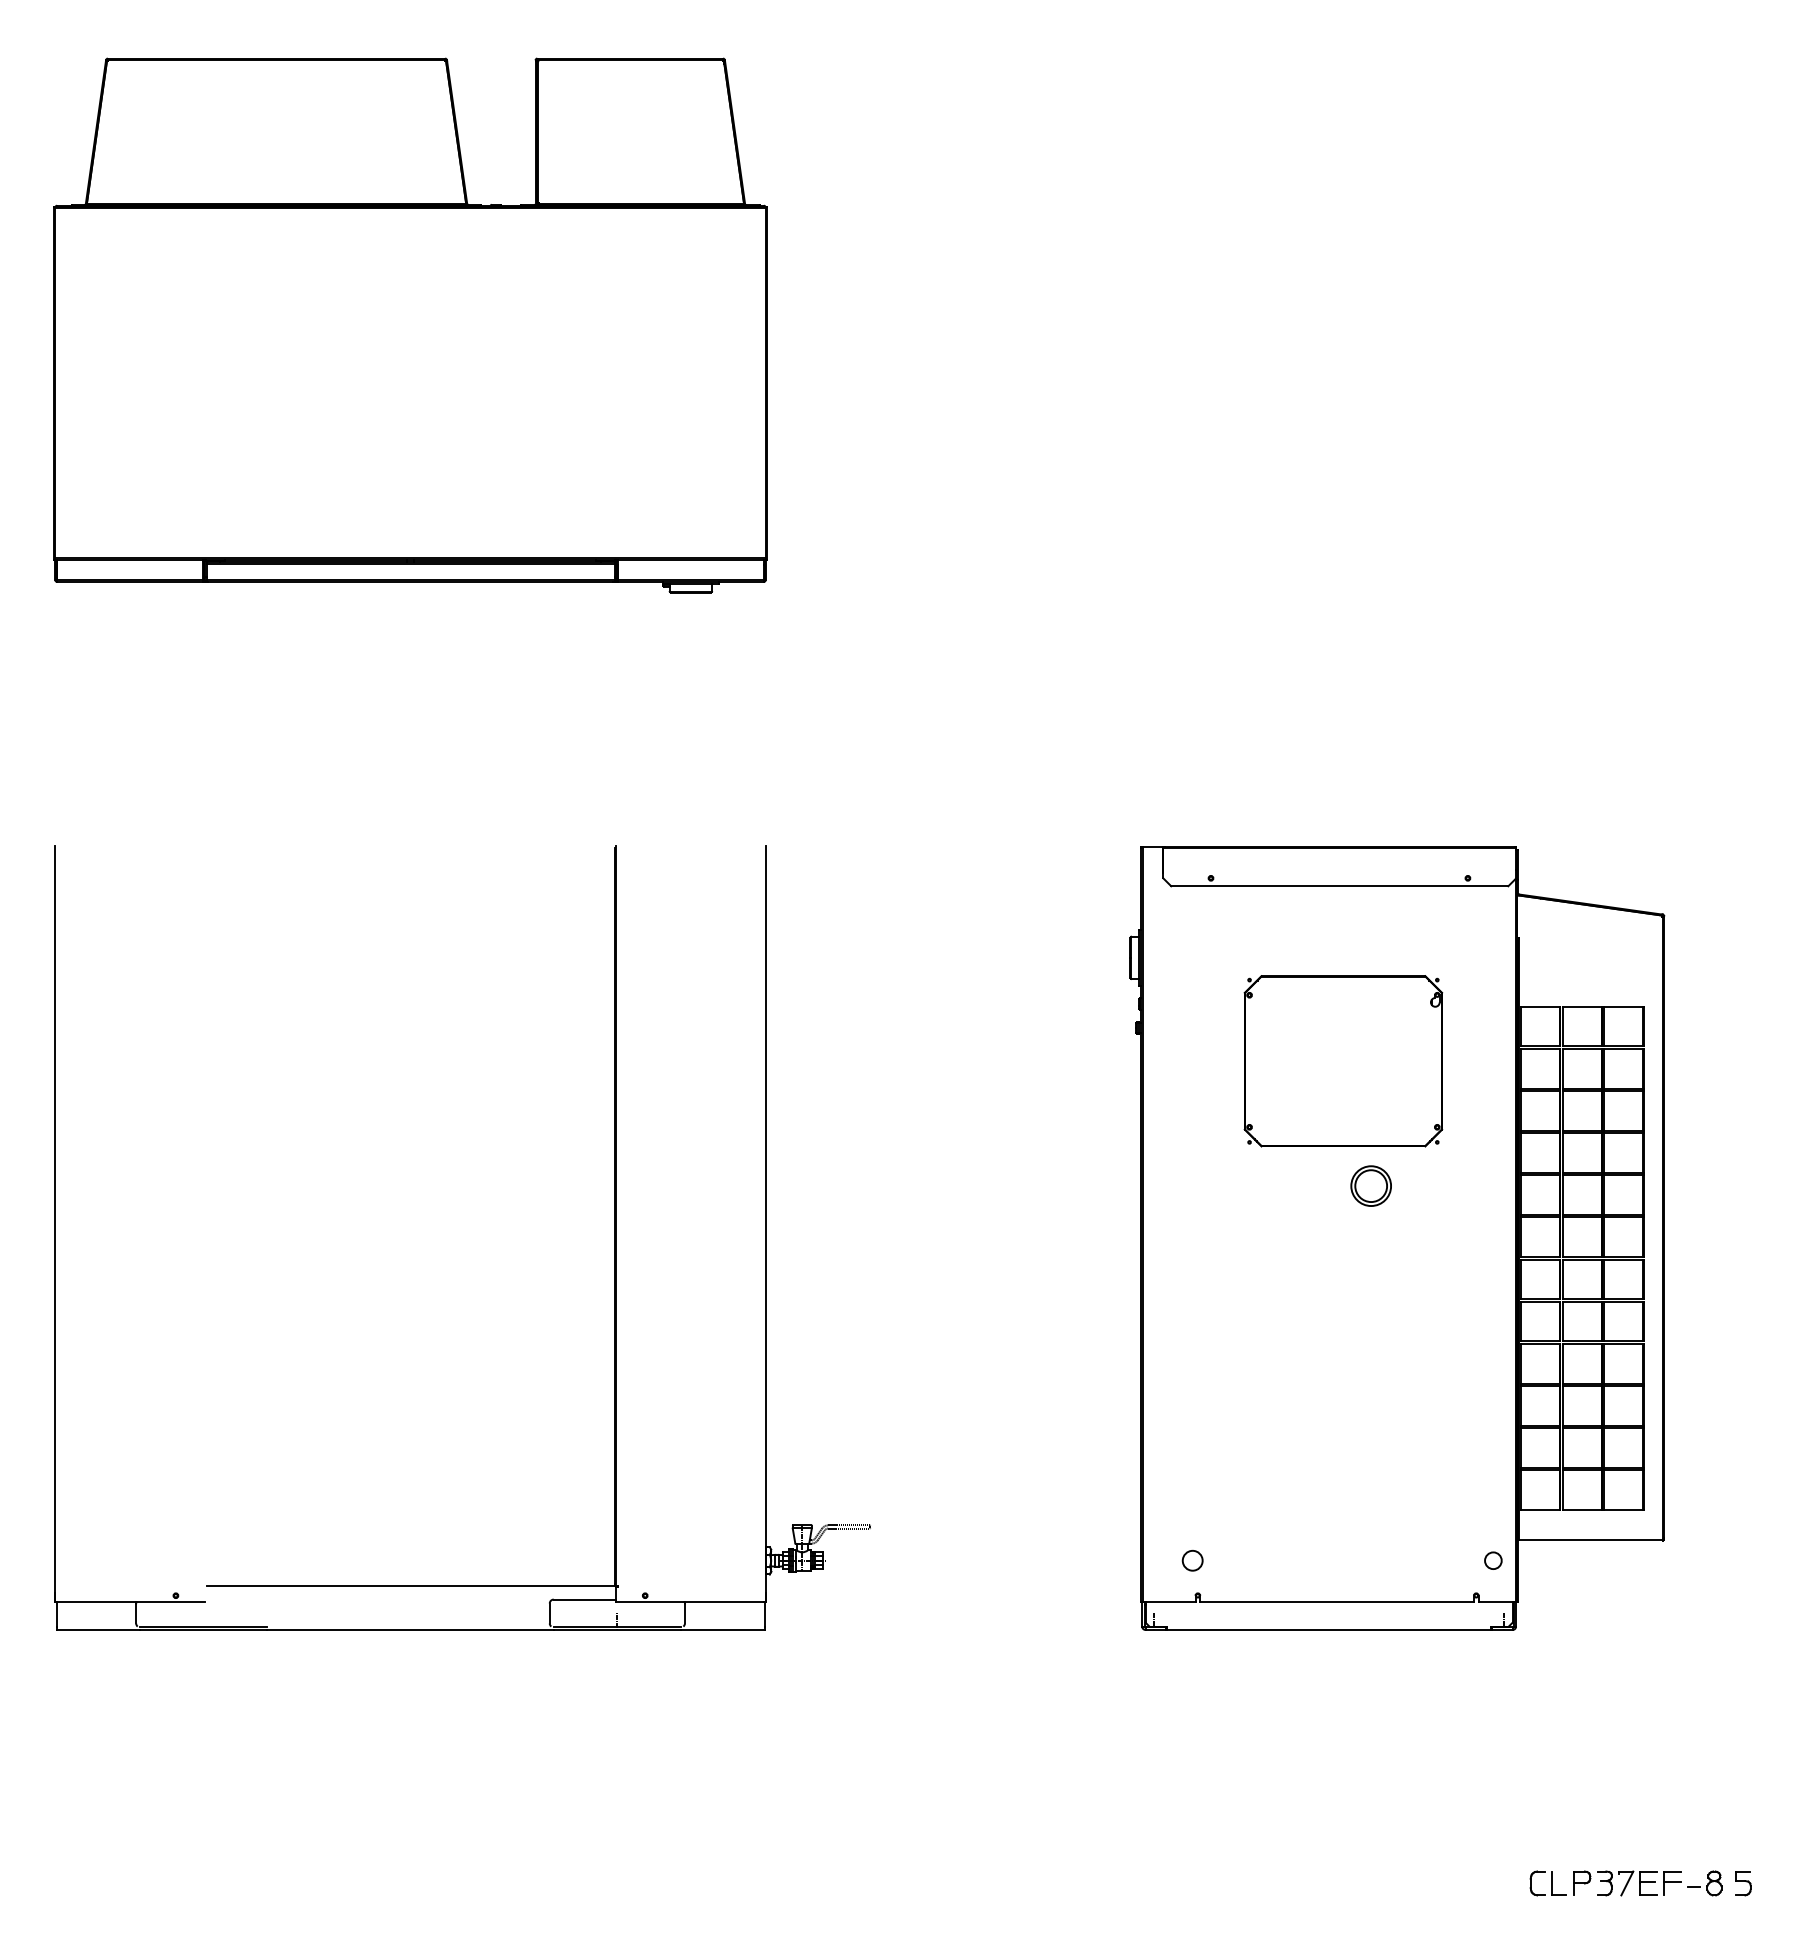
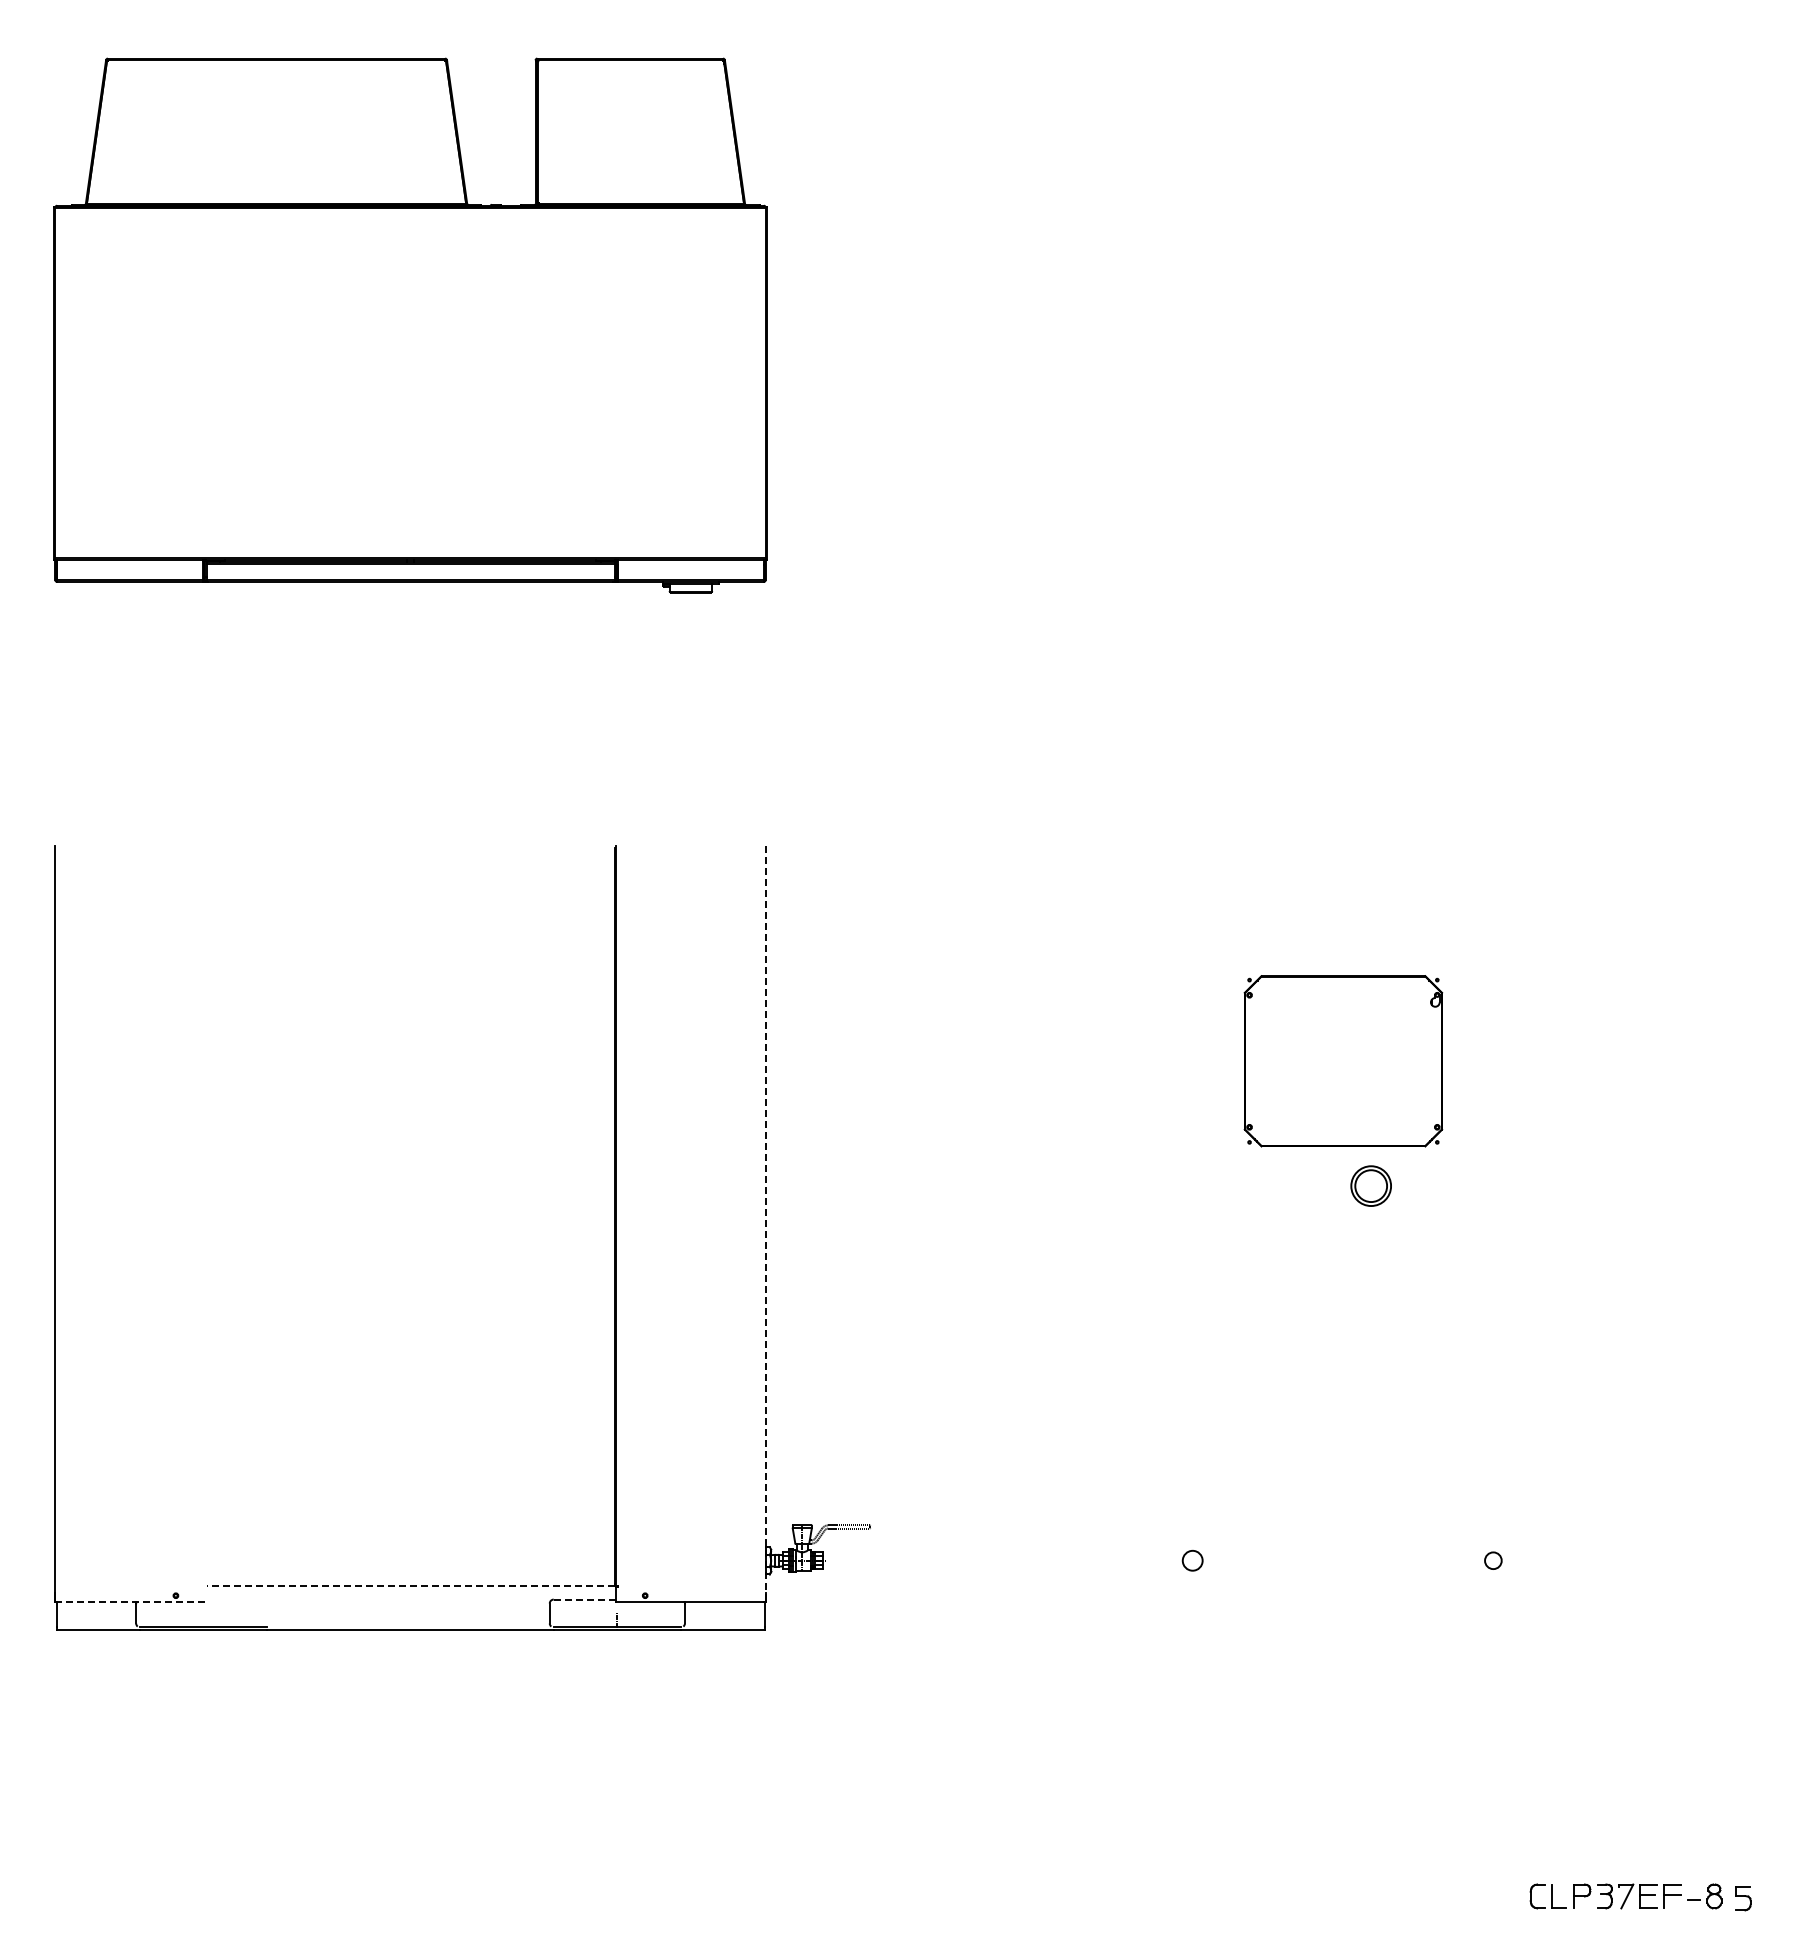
line at (765, 1224): solid -> dashed
part at (1397, 1238): present -> none
line at (410, 1586): solid -> dashed
line at (585, 1599): solid -> dashed
line at (131, 1602): solid -> dashed
part at (1625, 1883) position: (1625, 1883) -> (1625, 1896)
part at (1743, 1883) position: (1743, 1883) -> (1743, 1898)
